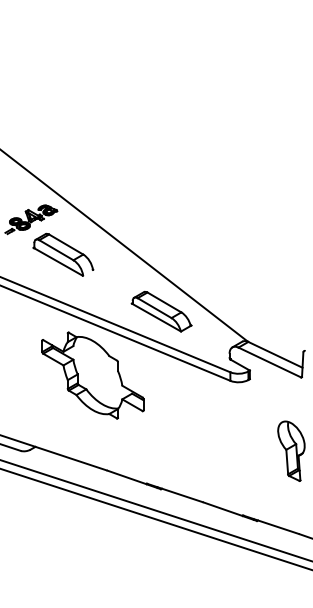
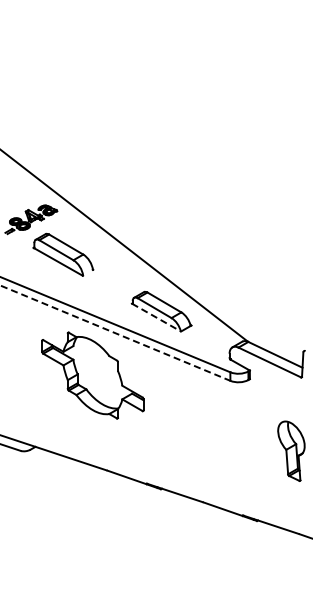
line at (156, 317): solid -> dashed
line at (115, 333): solid -> dashed
line at (155, 510): present -> none
line at (155, 519): present -> none
